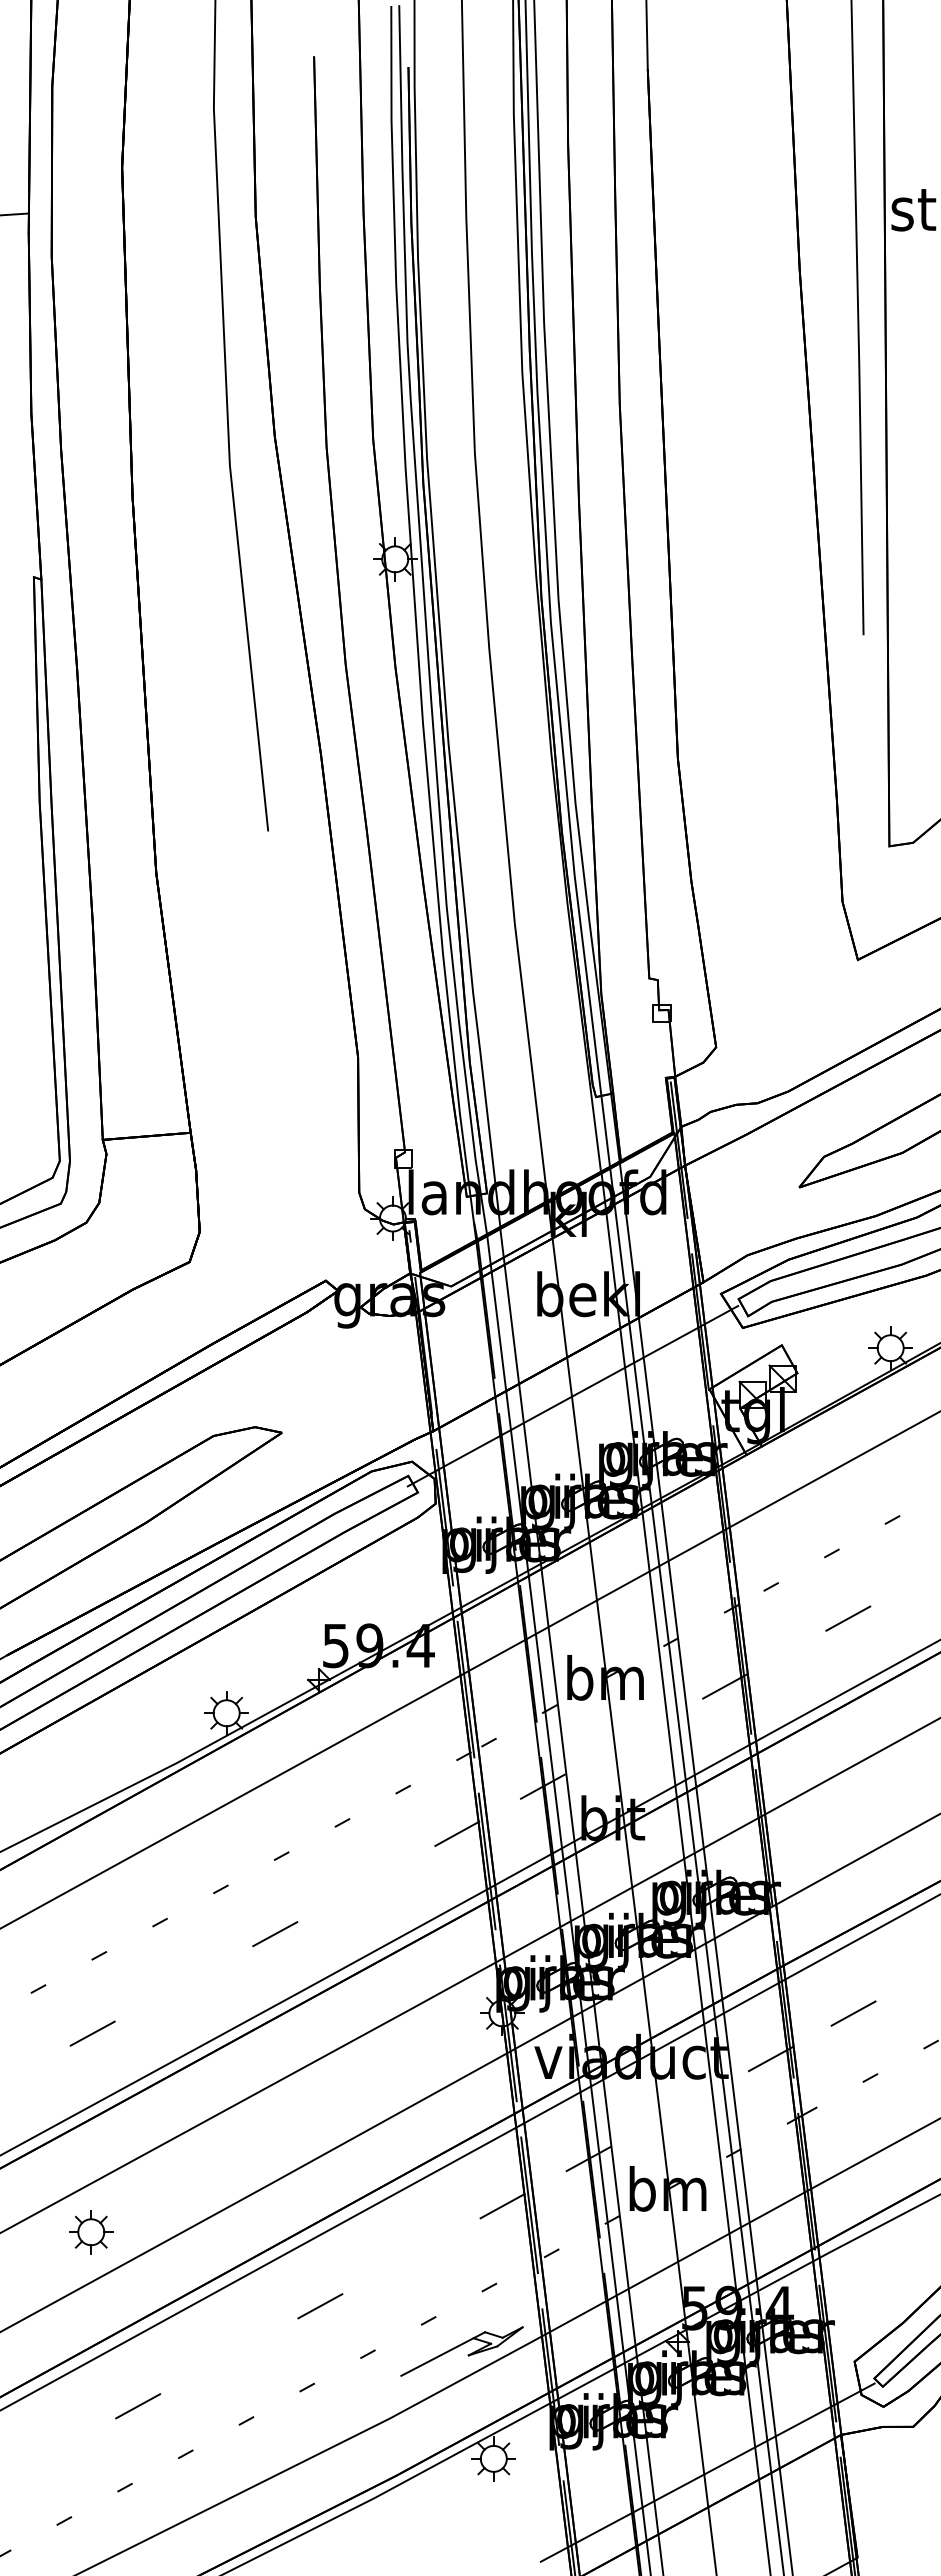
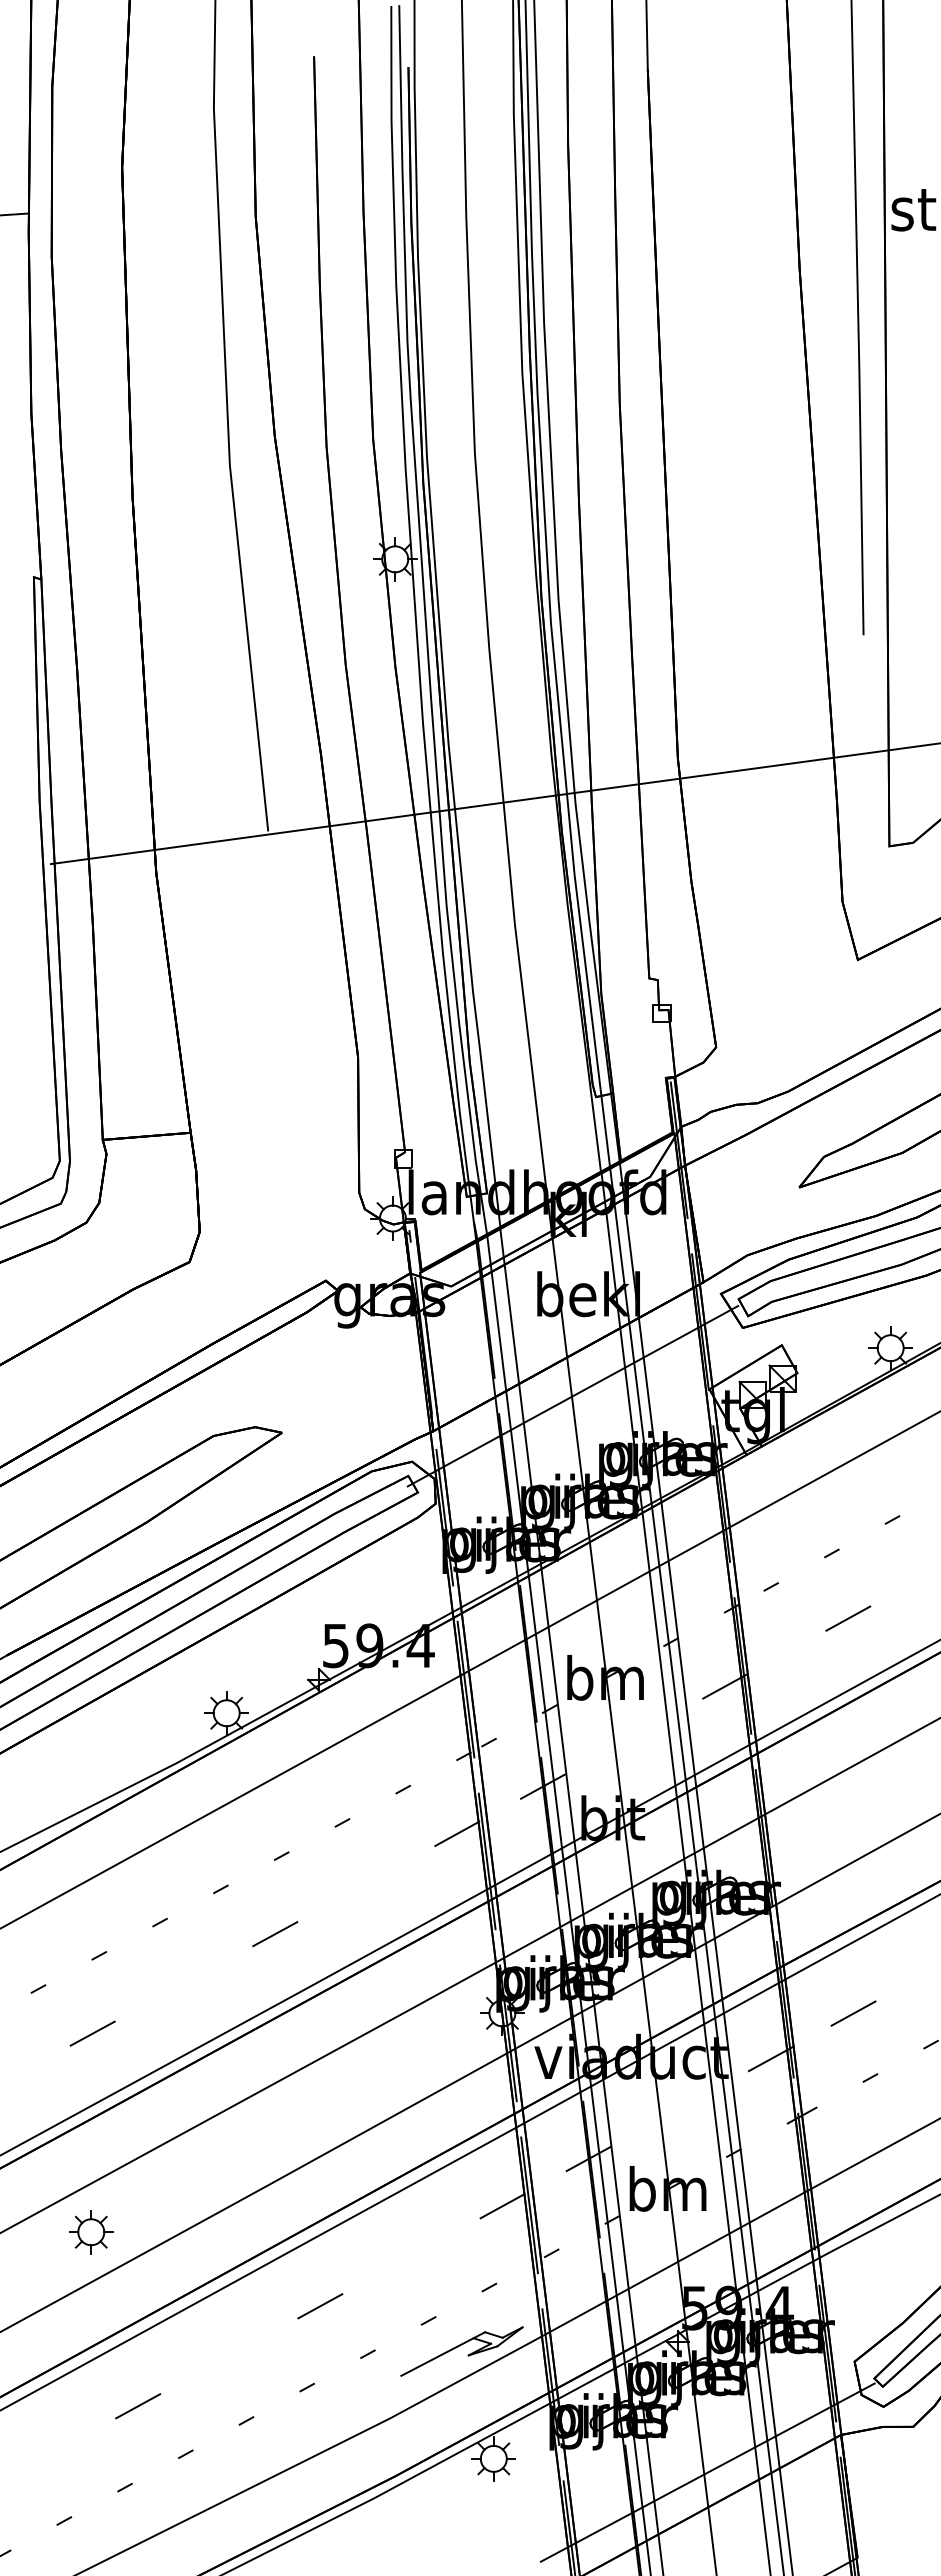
line at (493, 803): none -> present
